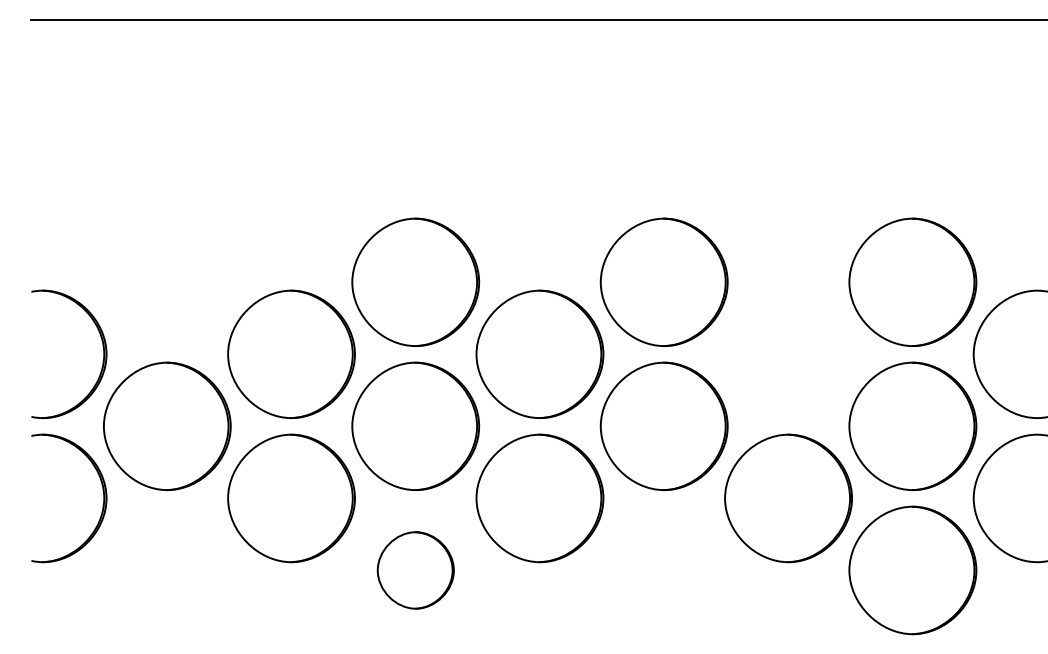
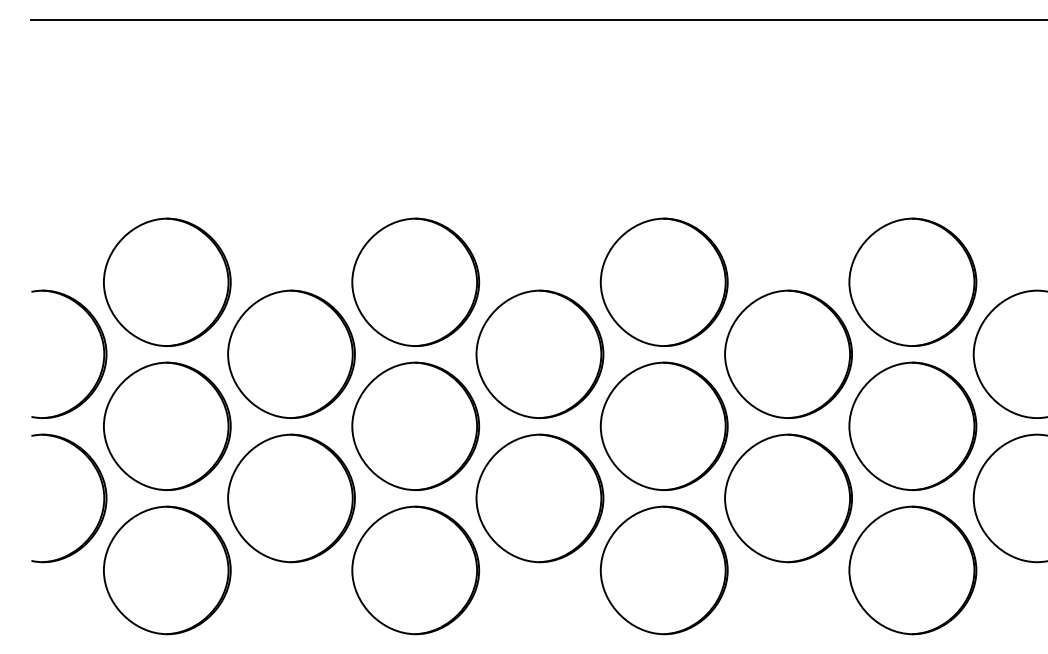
part at (167, 281): none -> present
part at (788, 353): none -> present
part at (167, 570): none -> present
part at (415, 570) size: 79x79 px -> 130x131 px
part at (663, 570): none -> present
